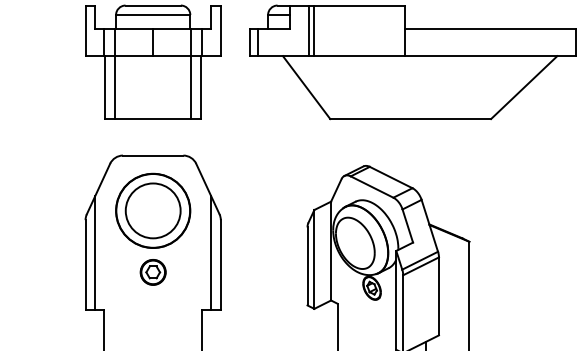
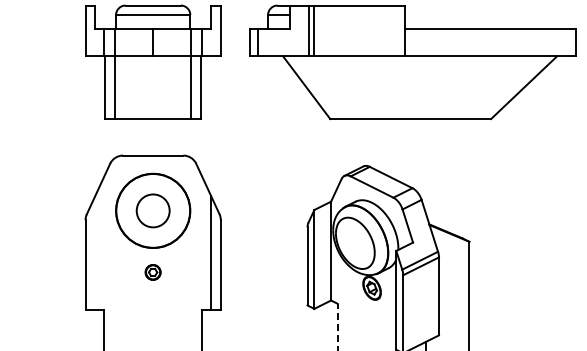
circle at (152, 210) diameter: 55 px -> 33 px
line at (95, 253): present -> none
part at (152, 272) size: 28x27 px -> 18x17 px
line at (337, 326): solid -> dashed
